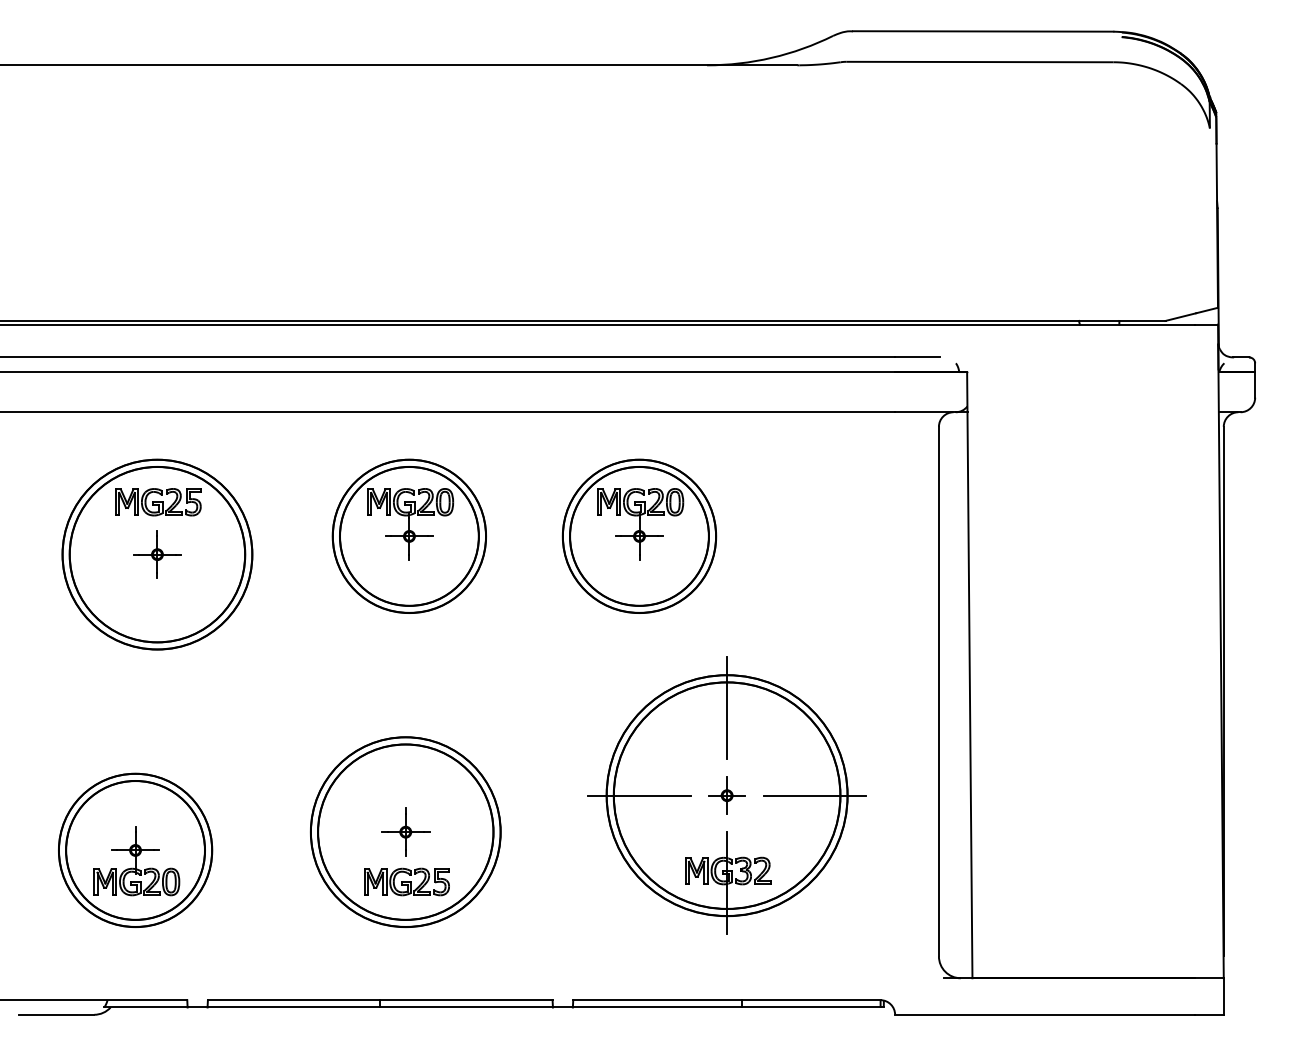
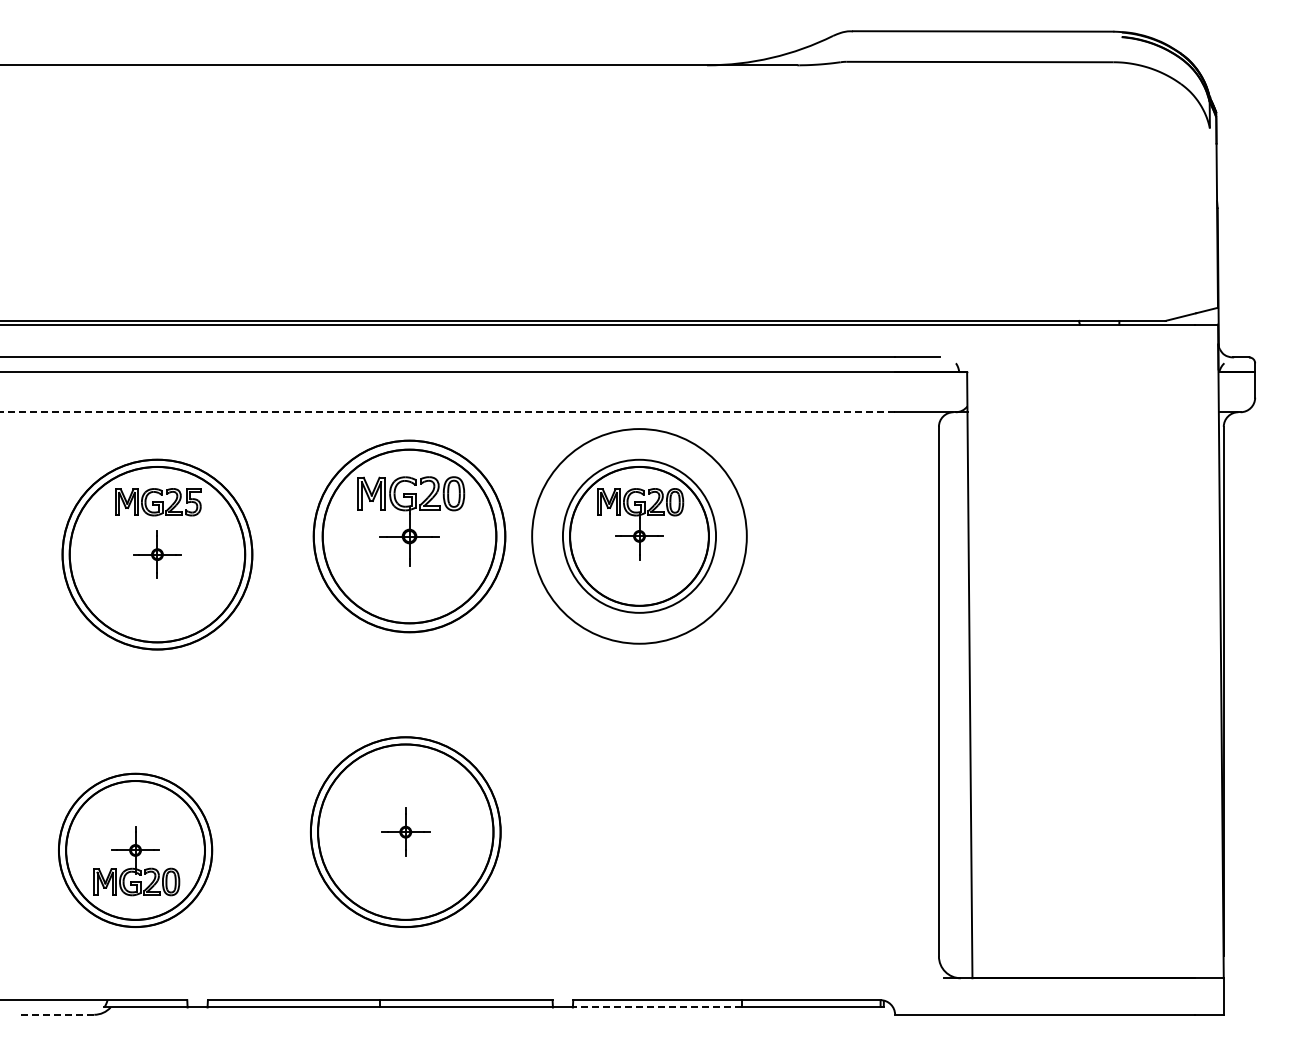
line at (447, 412): solid -> dashed
part at (408, 535) size: 156x156 px -> 195x195 px
circle at (639, 536) diameter: 153 px -> 215 px
part at (726, 795): present -> none
part at (406, 881): present -> none
line at (656, 1007): solid -> dashed
line at (56, 1014): solid -> dashed
